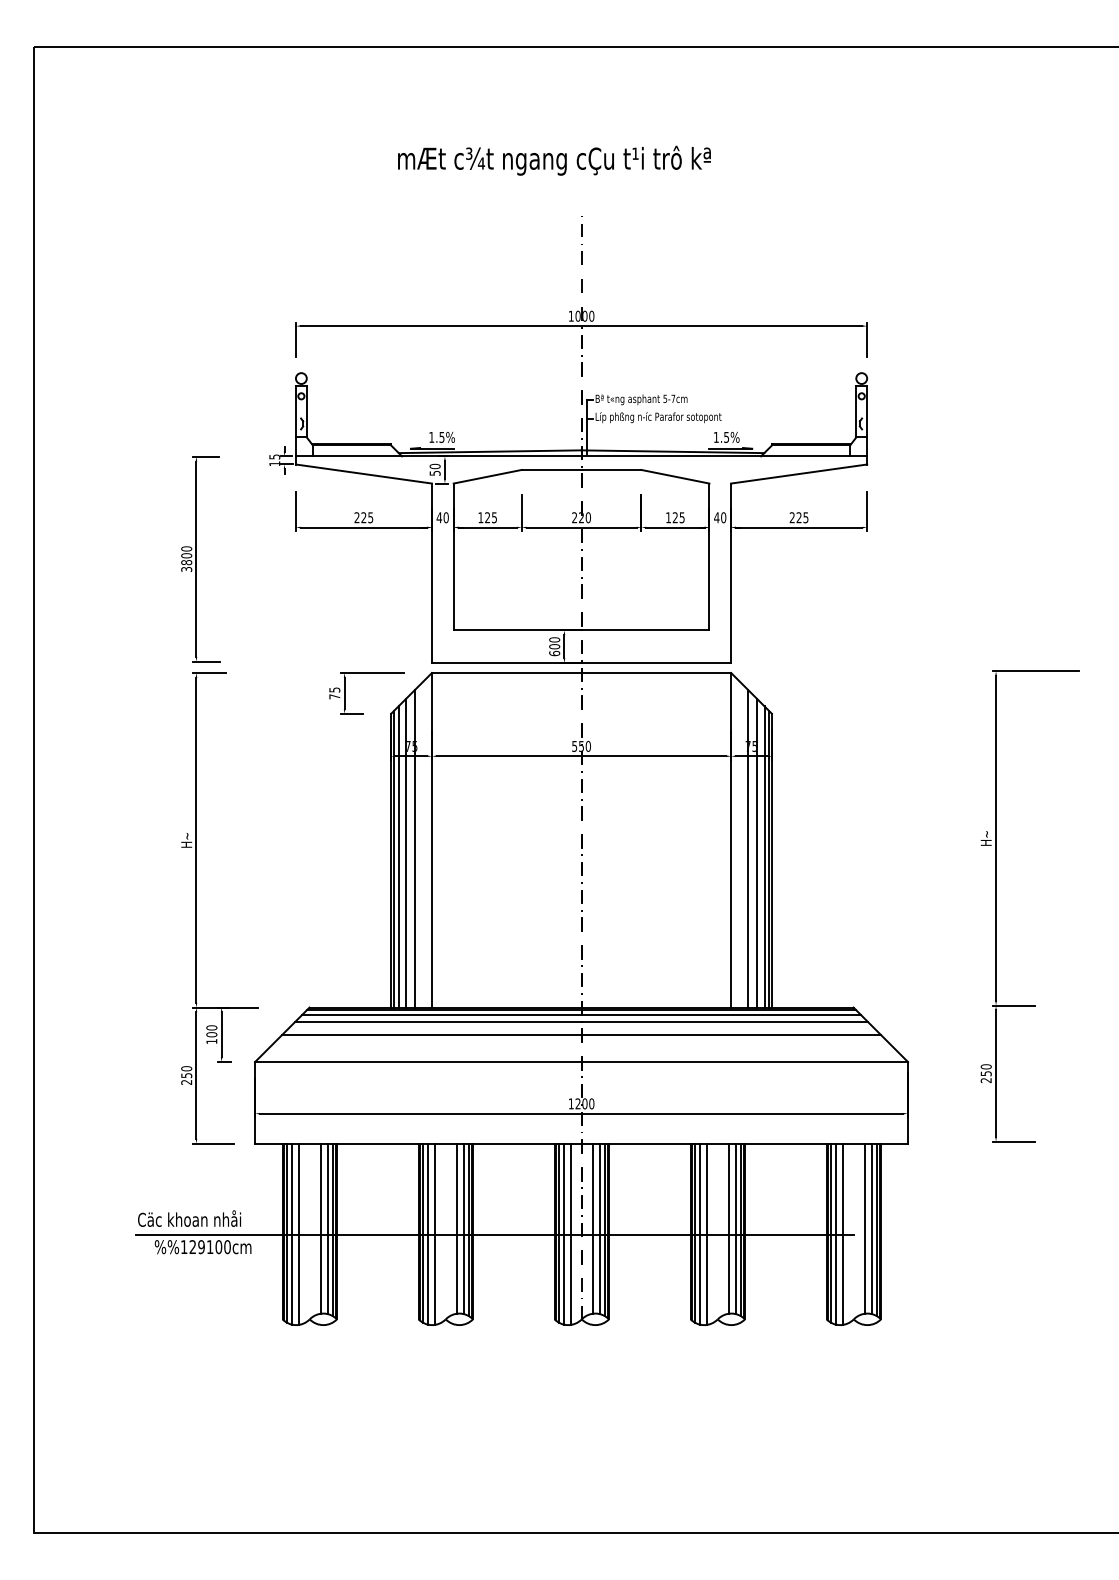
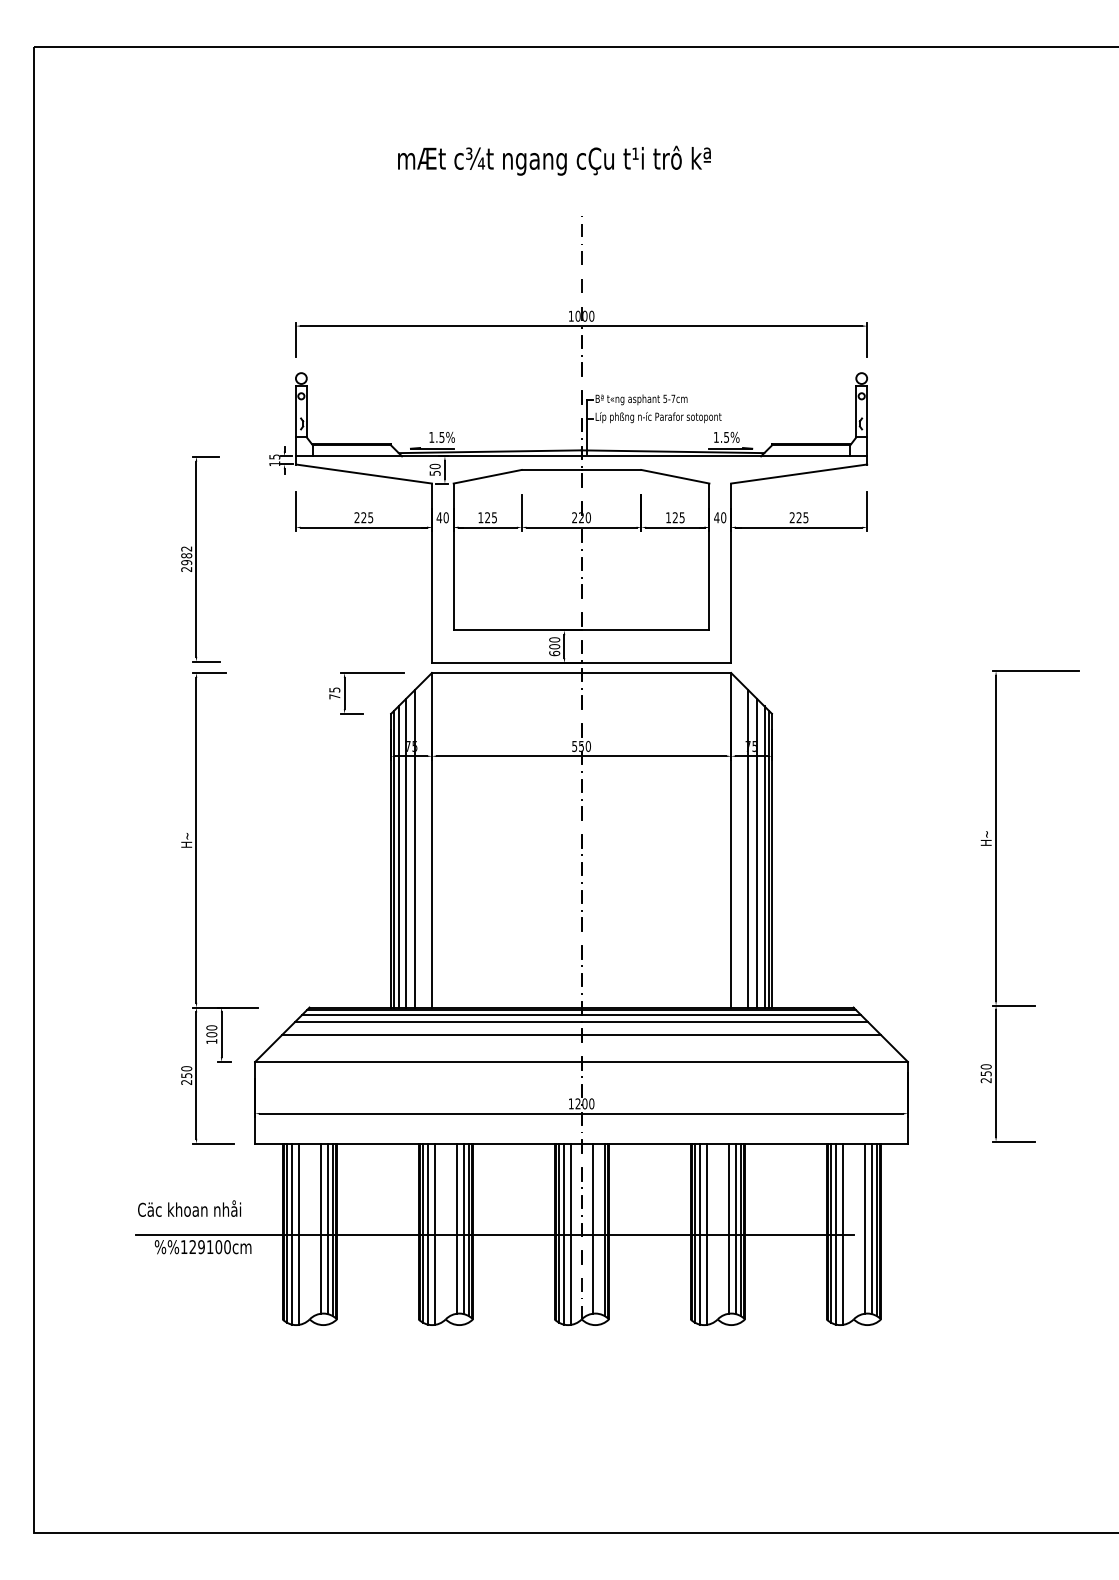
text at (186, 558): 3800 -> 2982
text at (189, 1218) position: (189, 1218) -> (189, 1208)
line at (599, 1228): present -> none
